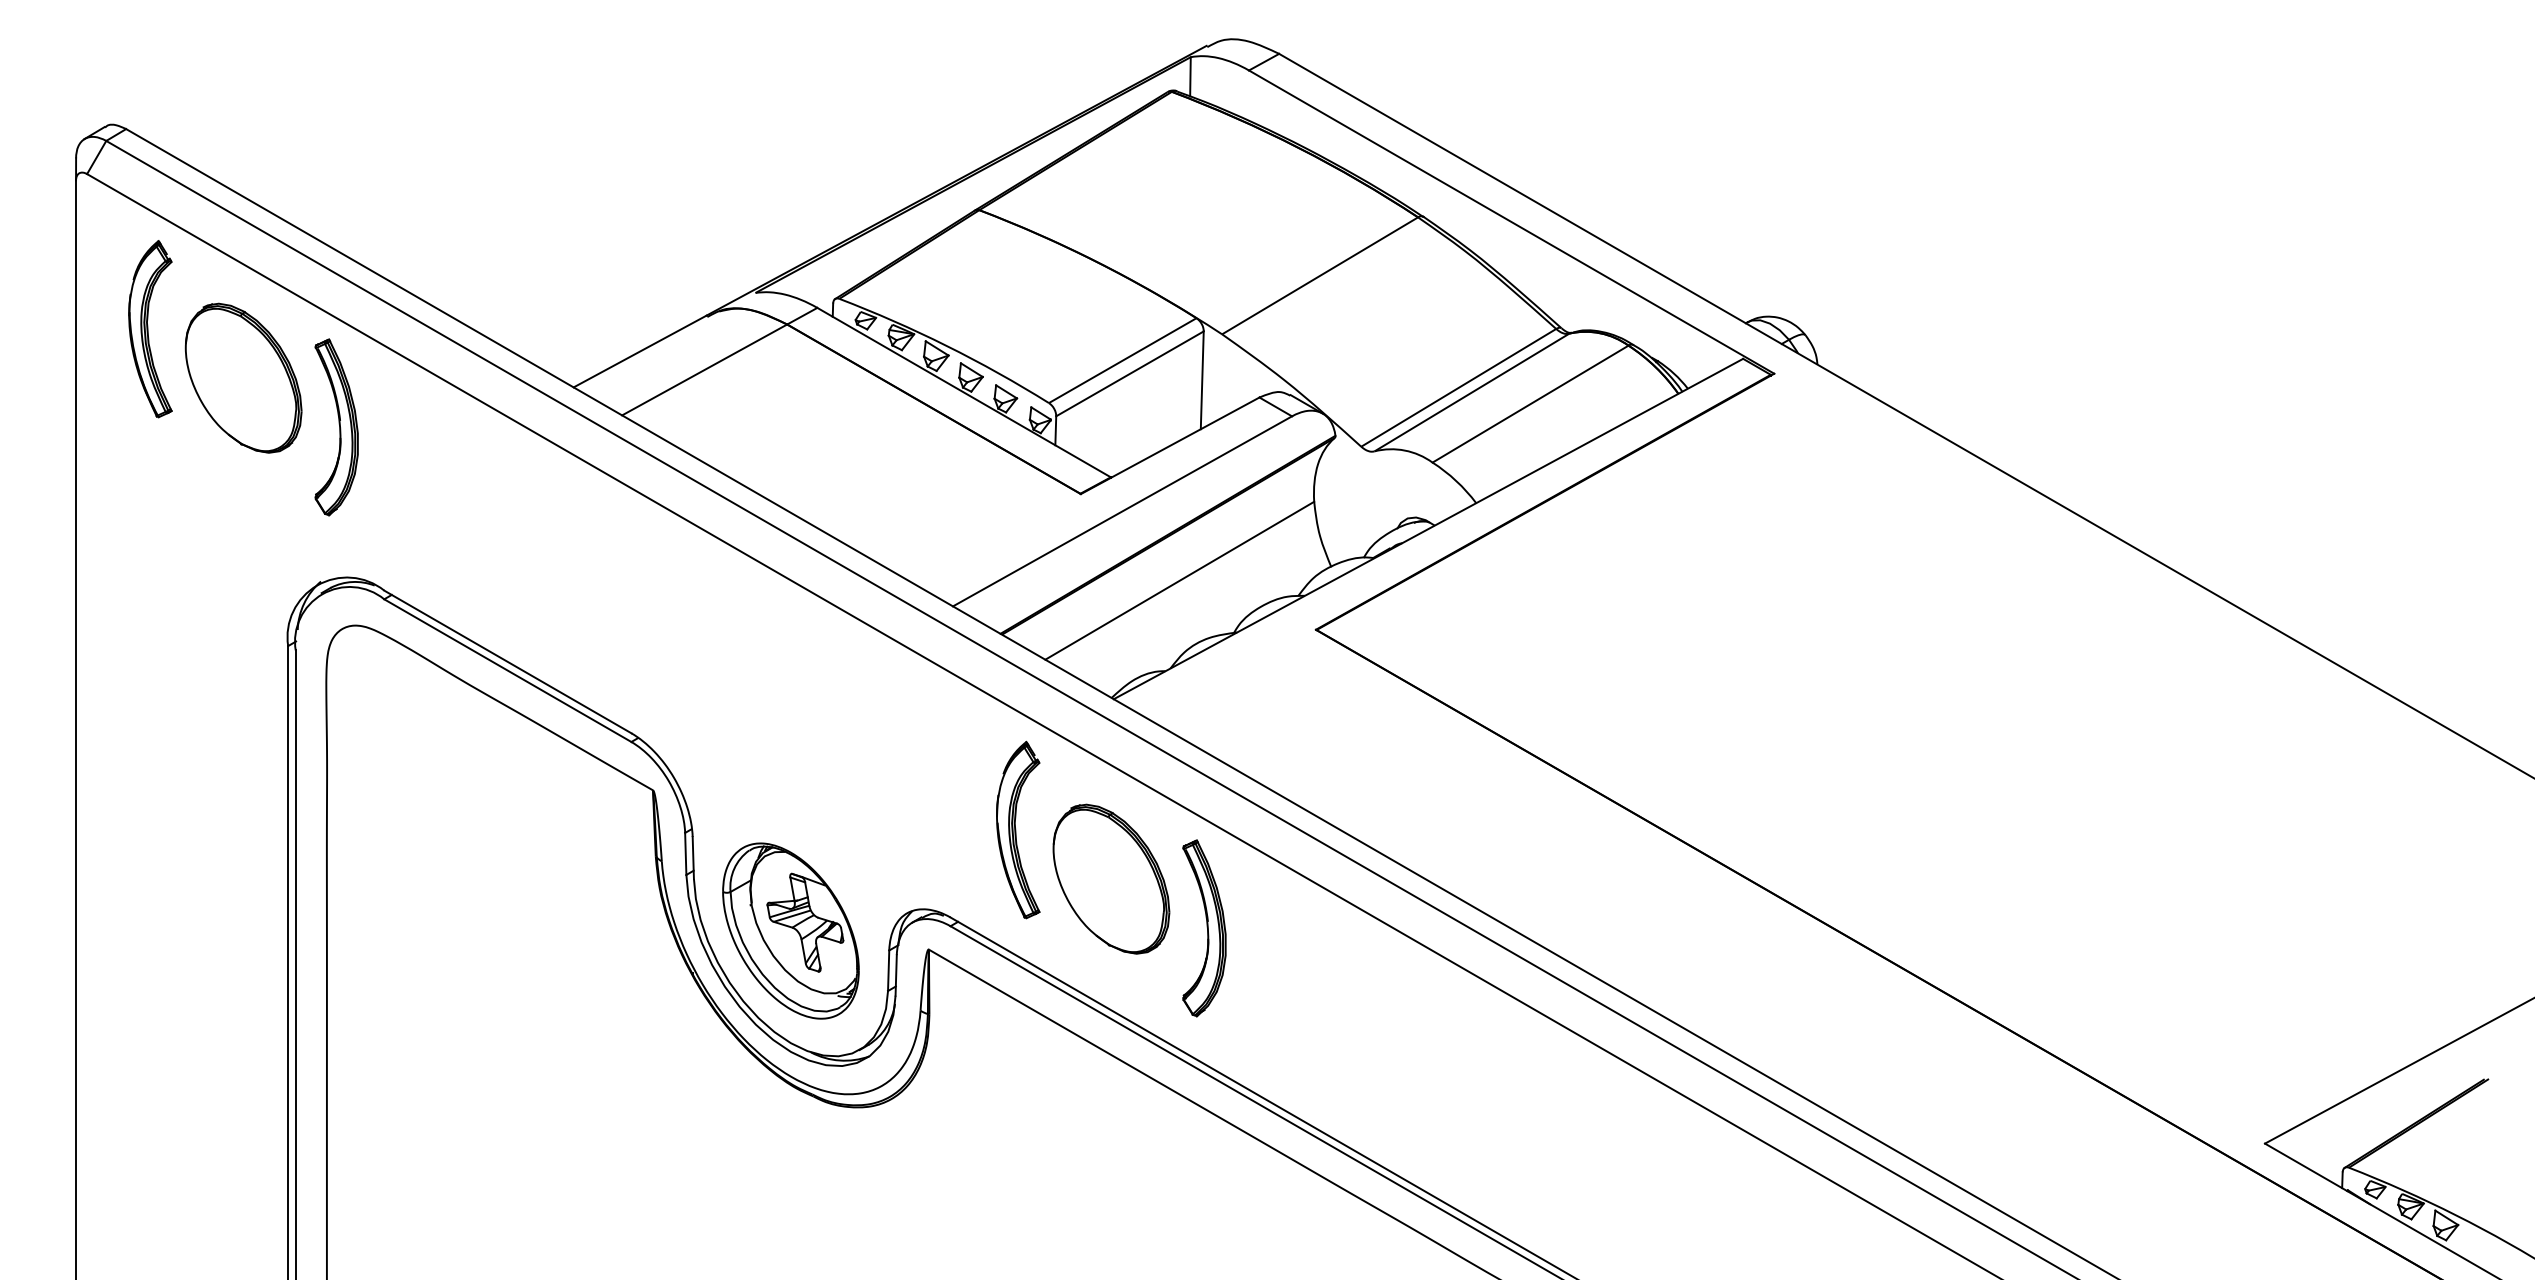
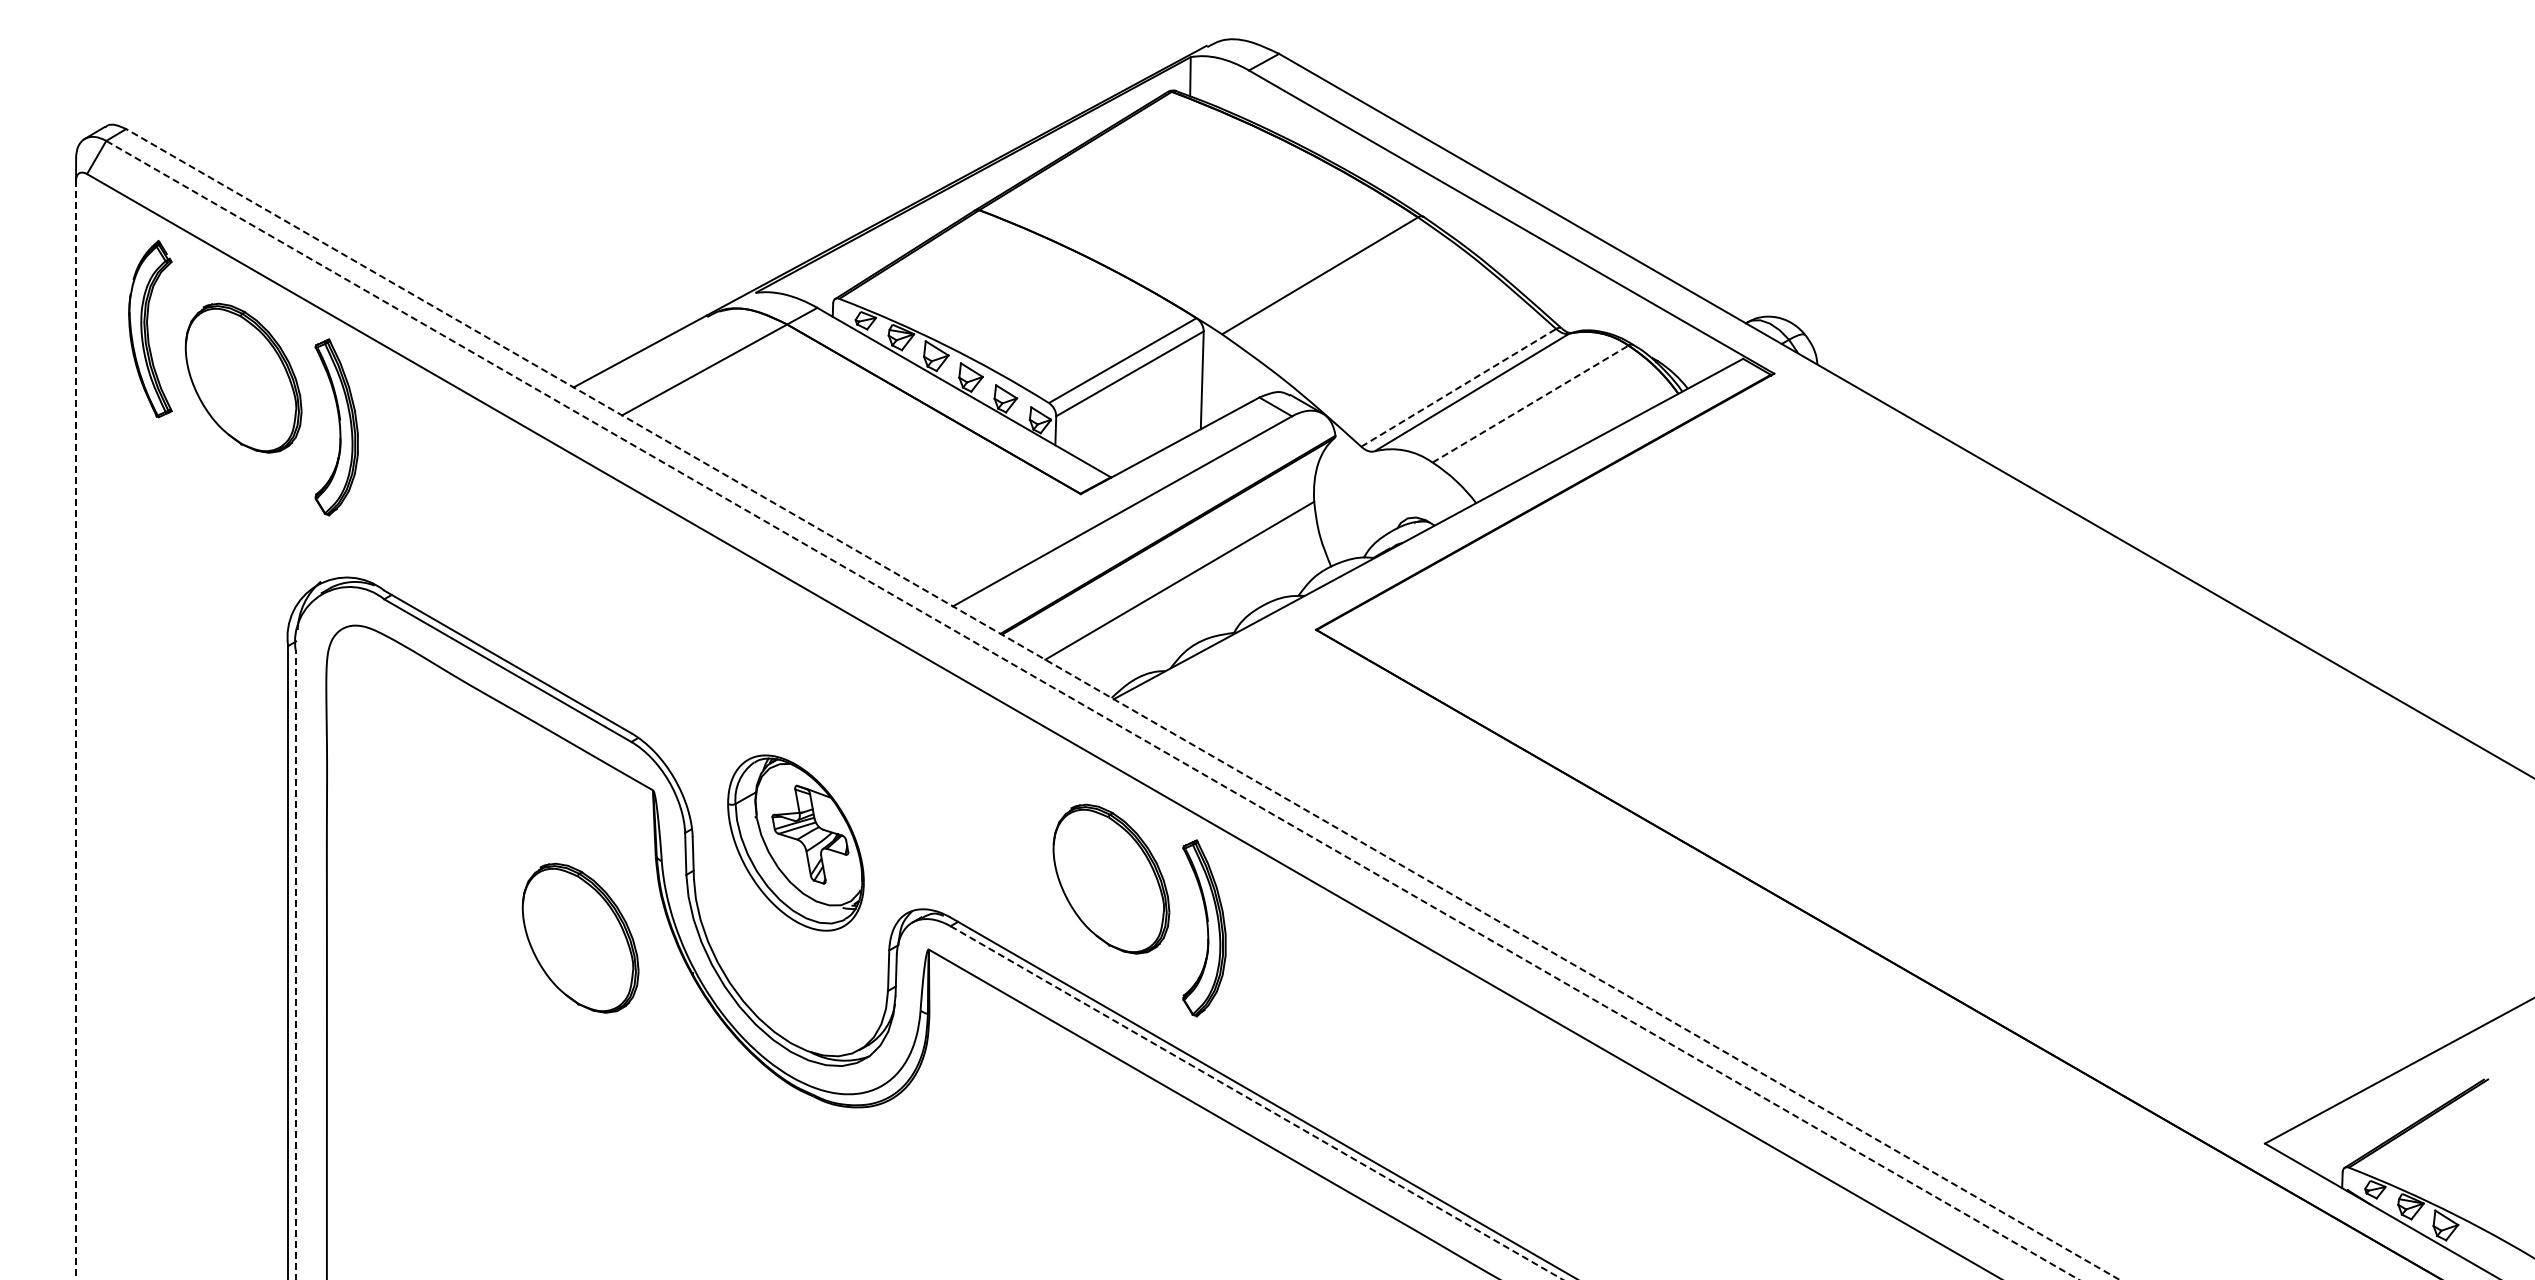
line at (1459, 387): solid -> dashed
line at (1530, 403): solid -> dashed
line at (1122, 704): solid -> dashed
line at (1092, 710): solid -> dashed
line at (76, 730): solid -> dashed
part at (1018, 829): present -> none
part at (790, 930) position: (790, 930) -> (795, 842)
part at (580, 937): none -> present
line at (295, 964): solid -> dashed
line at (1256, 1103): solid -> dashed
